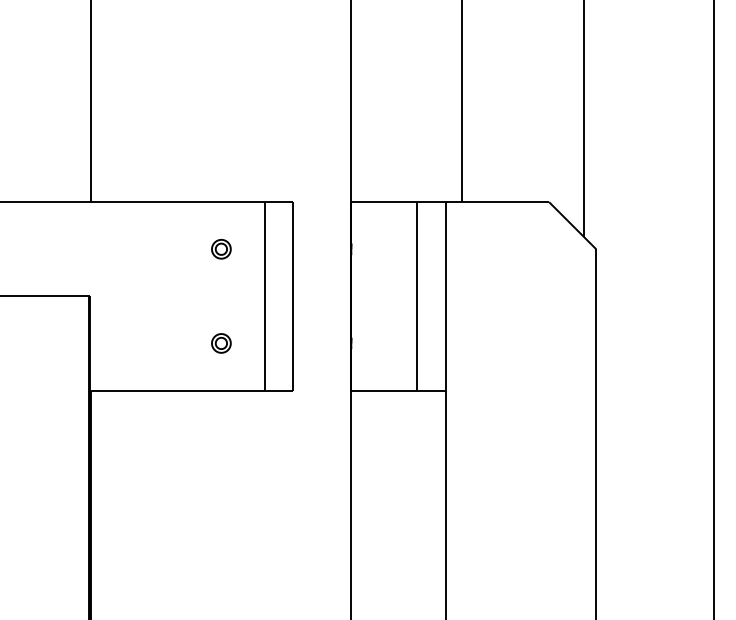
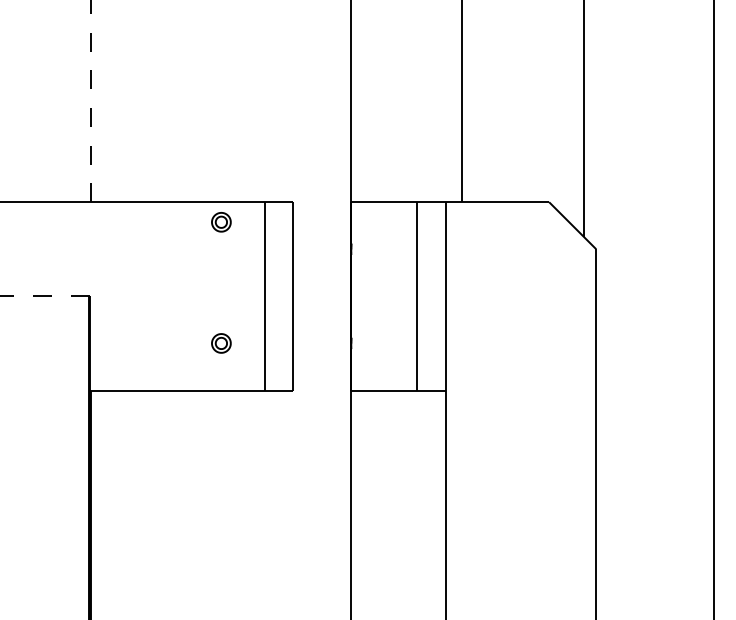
line at (91, 101): solid -> dashed
part at (221, 249) position: (221, 249) -> (221, 222)
line at (44, 296): solid -> dashed
